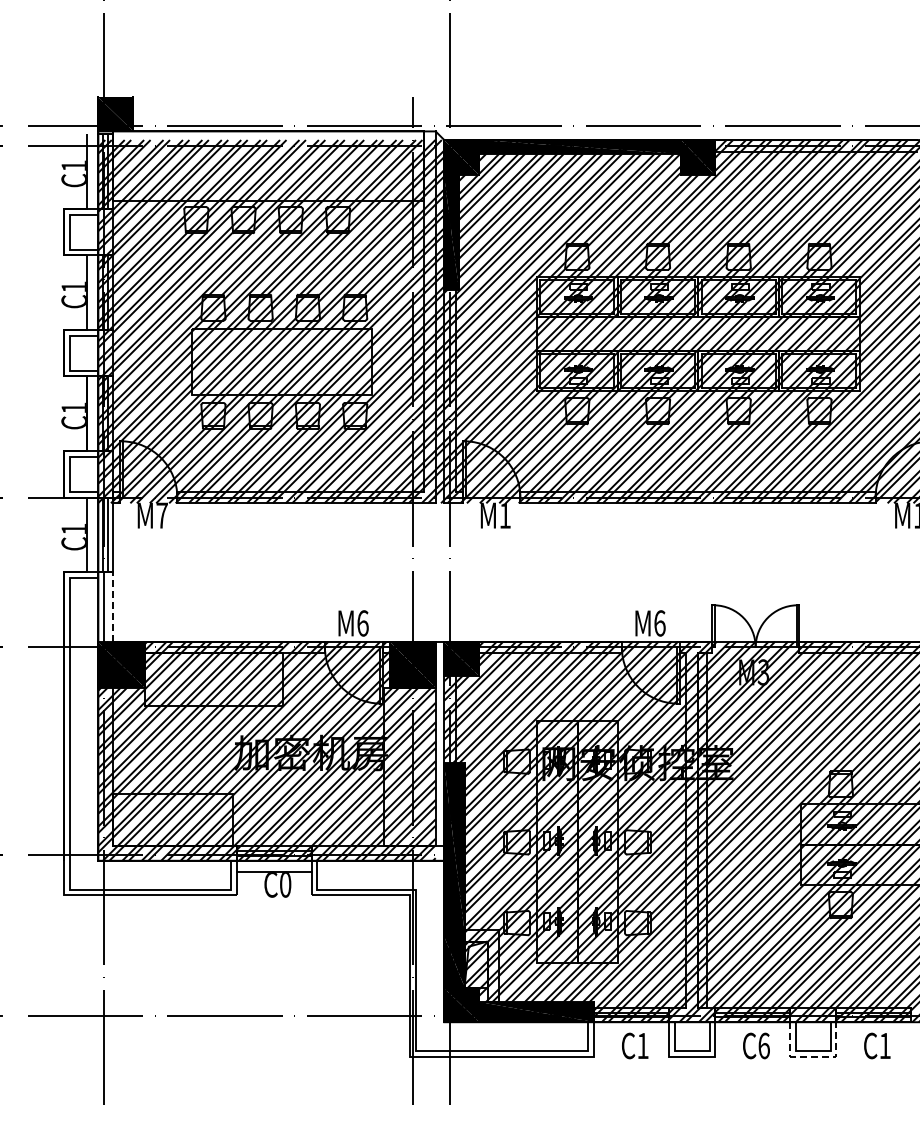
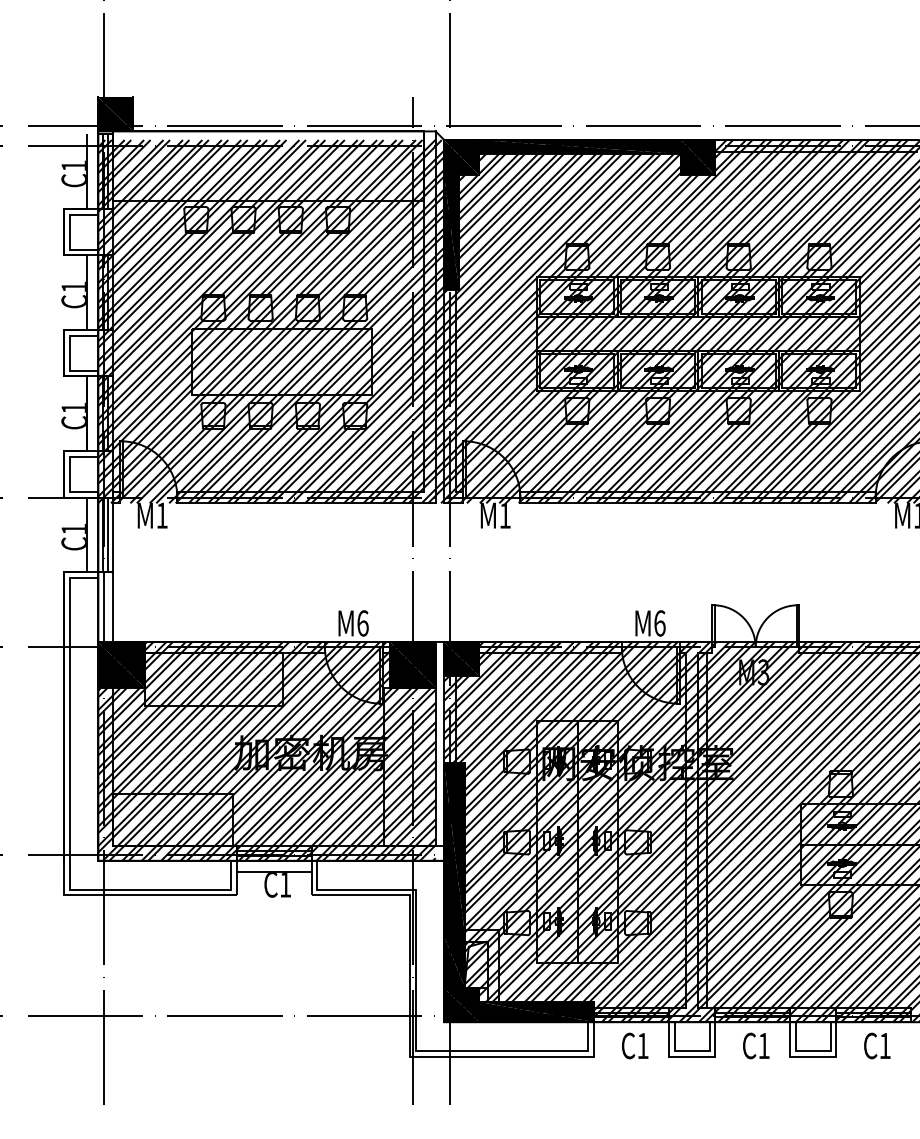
text at (161, 515): M7 -> M1
line at (112, 607): dashed -> solid
text at (285, 885): C0 -> C1
text at (763, 1045): C6 -> C1
line at (813, 1056): dashed -> solid
